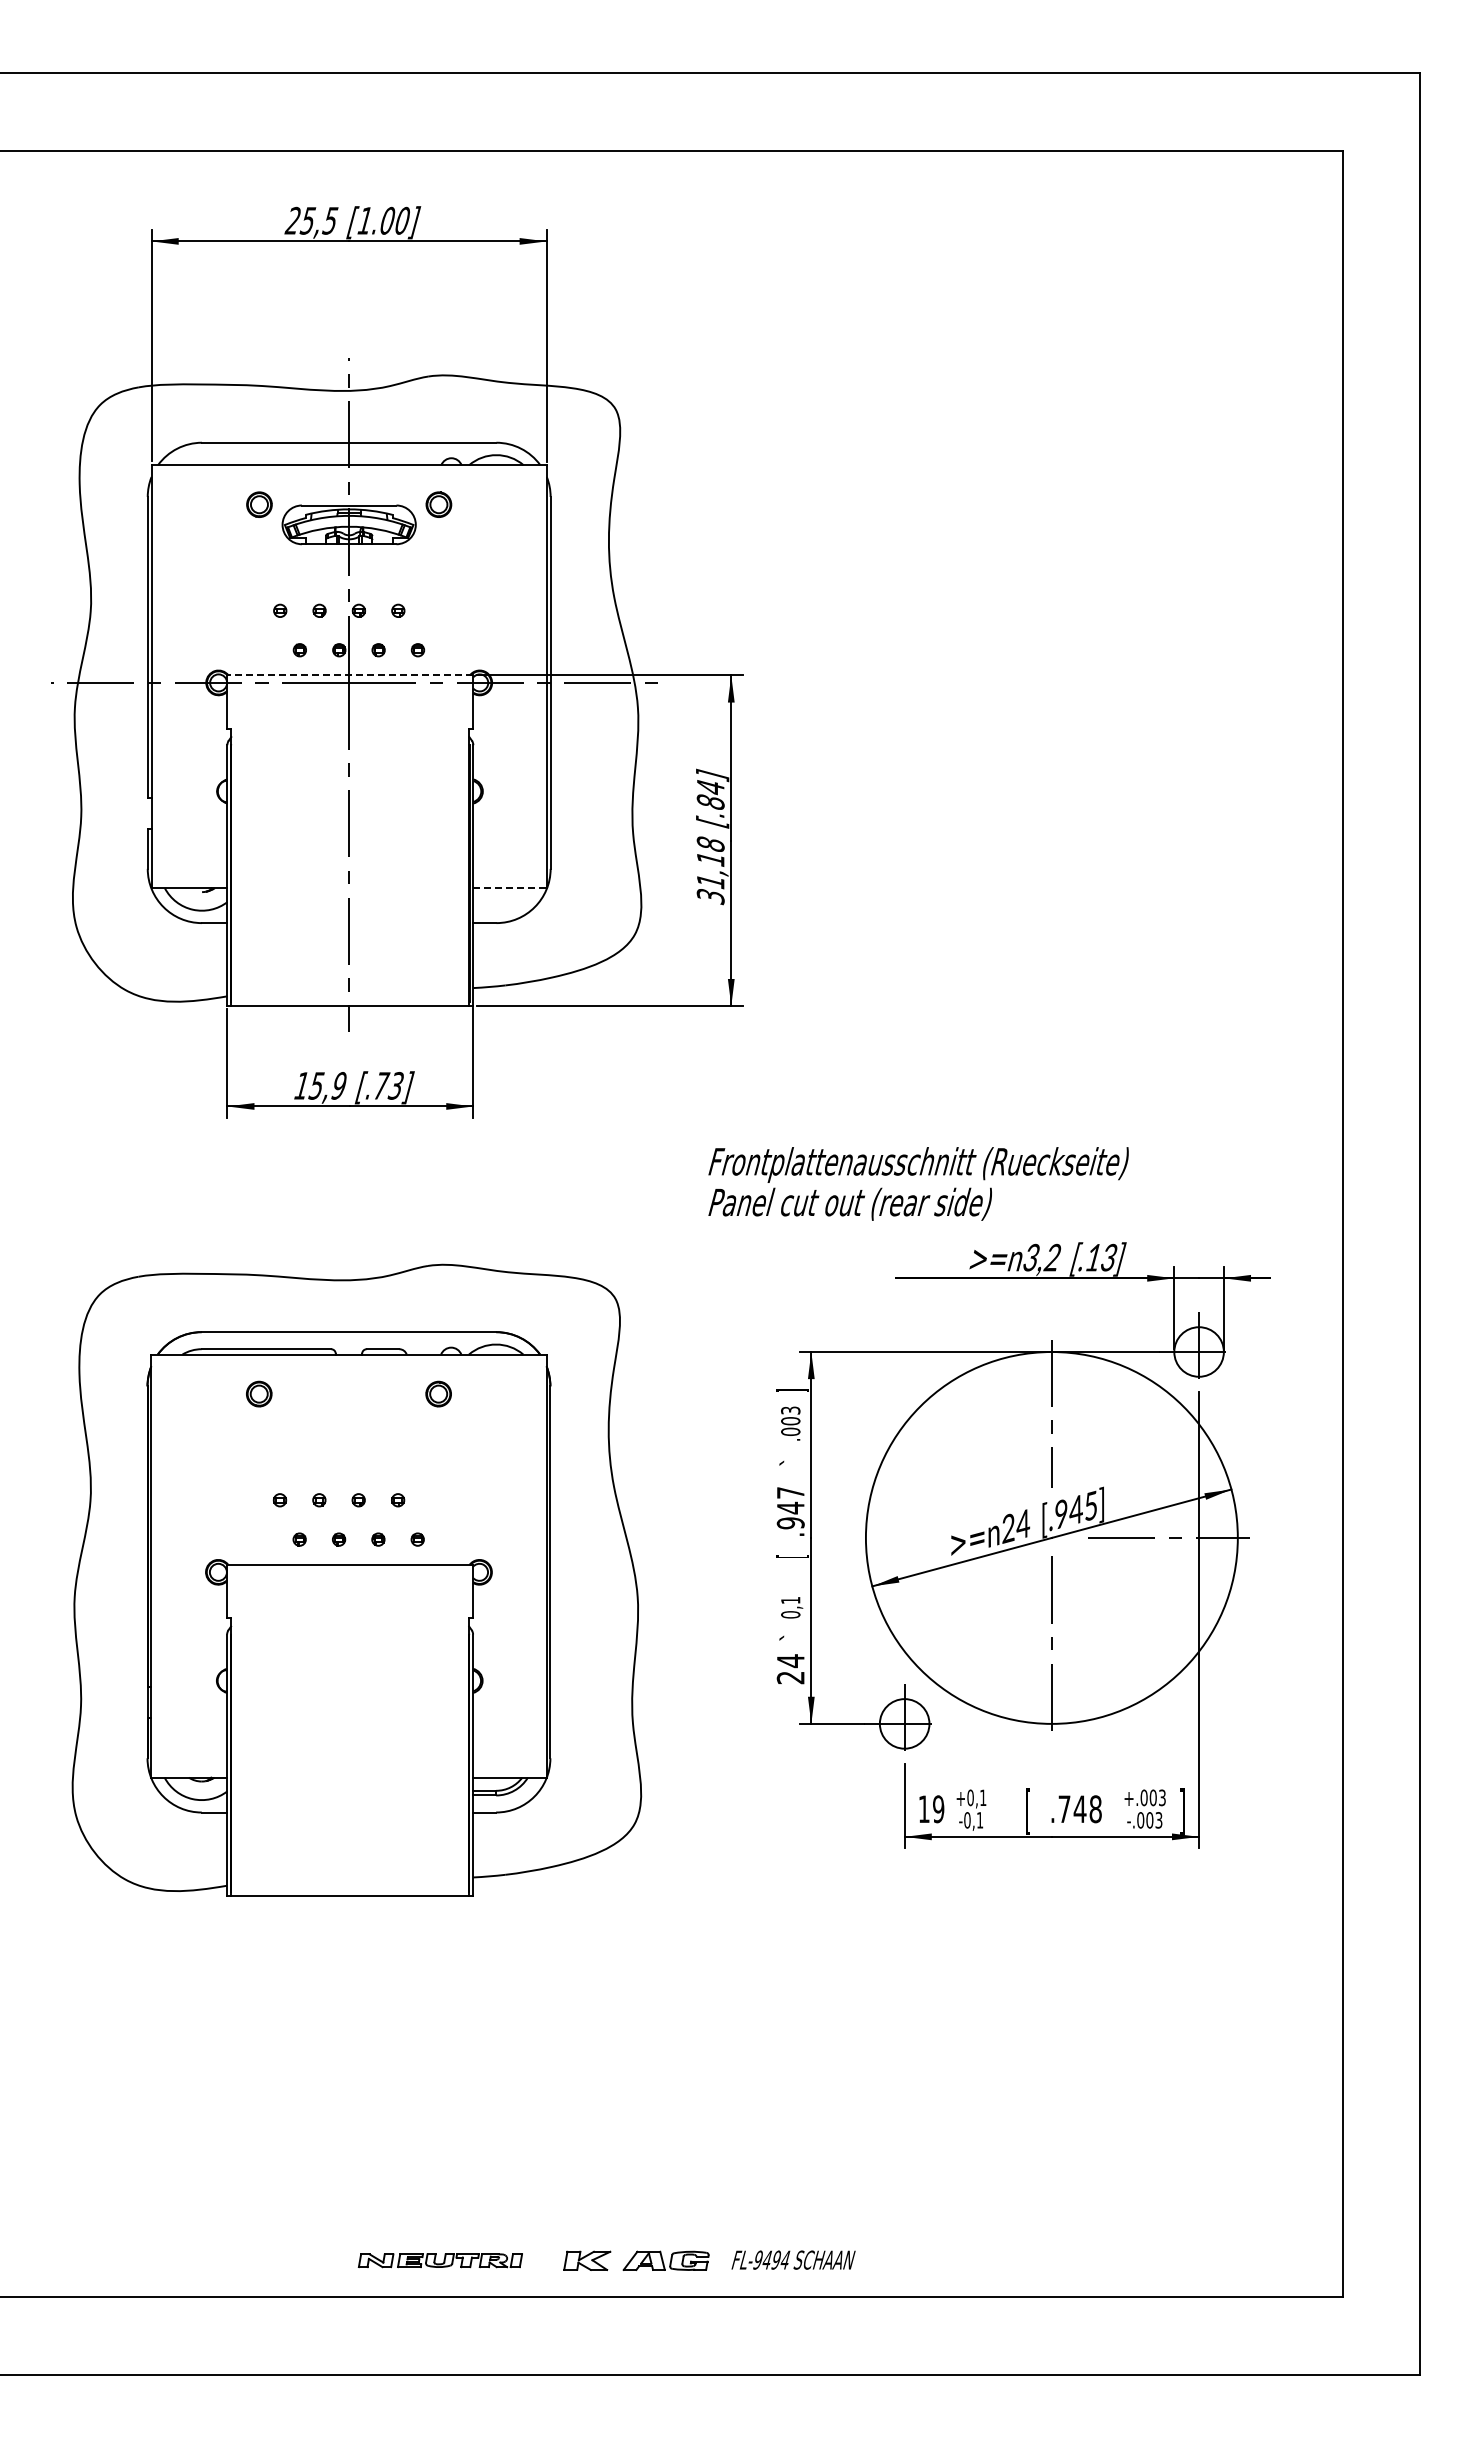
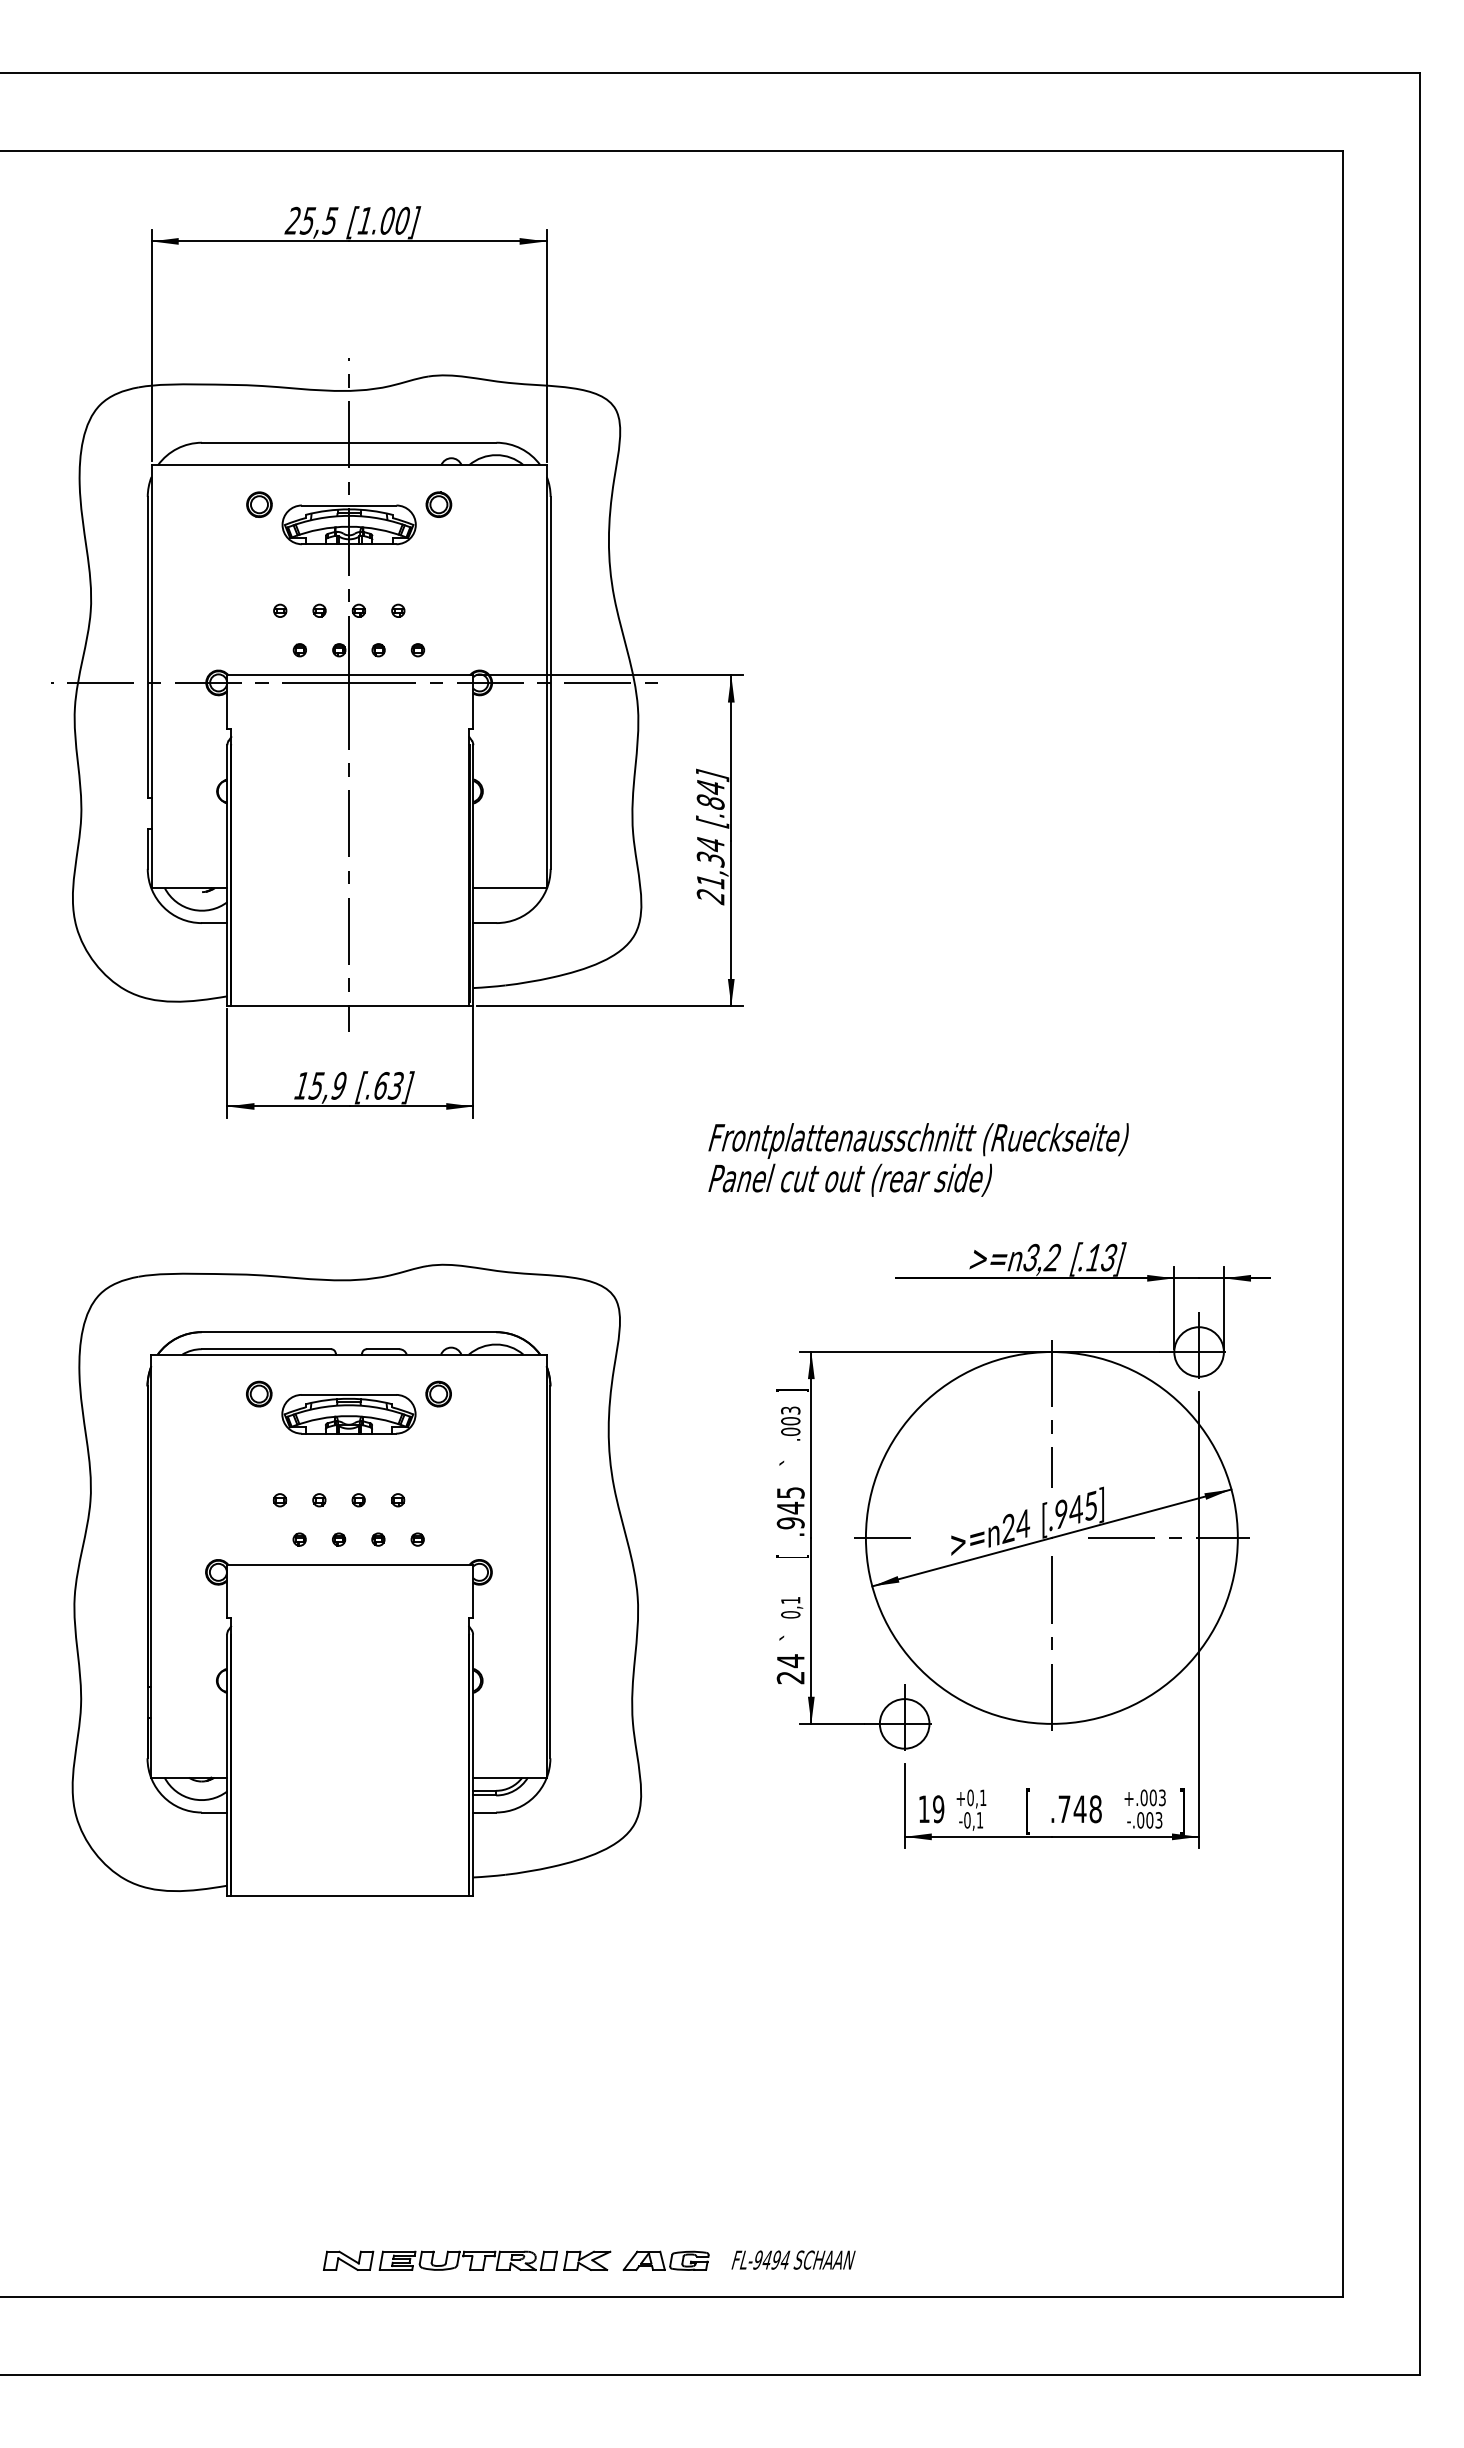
line at (350, 675): dashed -> solid
text at (710, 870): 31,18 -> 21,34
line at (510, 888): dashed -> solid
text at (382, 1085): [.73] -> [.63]
text at (918, 1183) position: (918, 1183) -> (918, 1159)
part at (348, 1414): none -> present
text at (790, 1492): .947 -> .945
line at (881, 1537): none -> present
part at (439, 2260) size: 166x16 px -> 235x21 px
